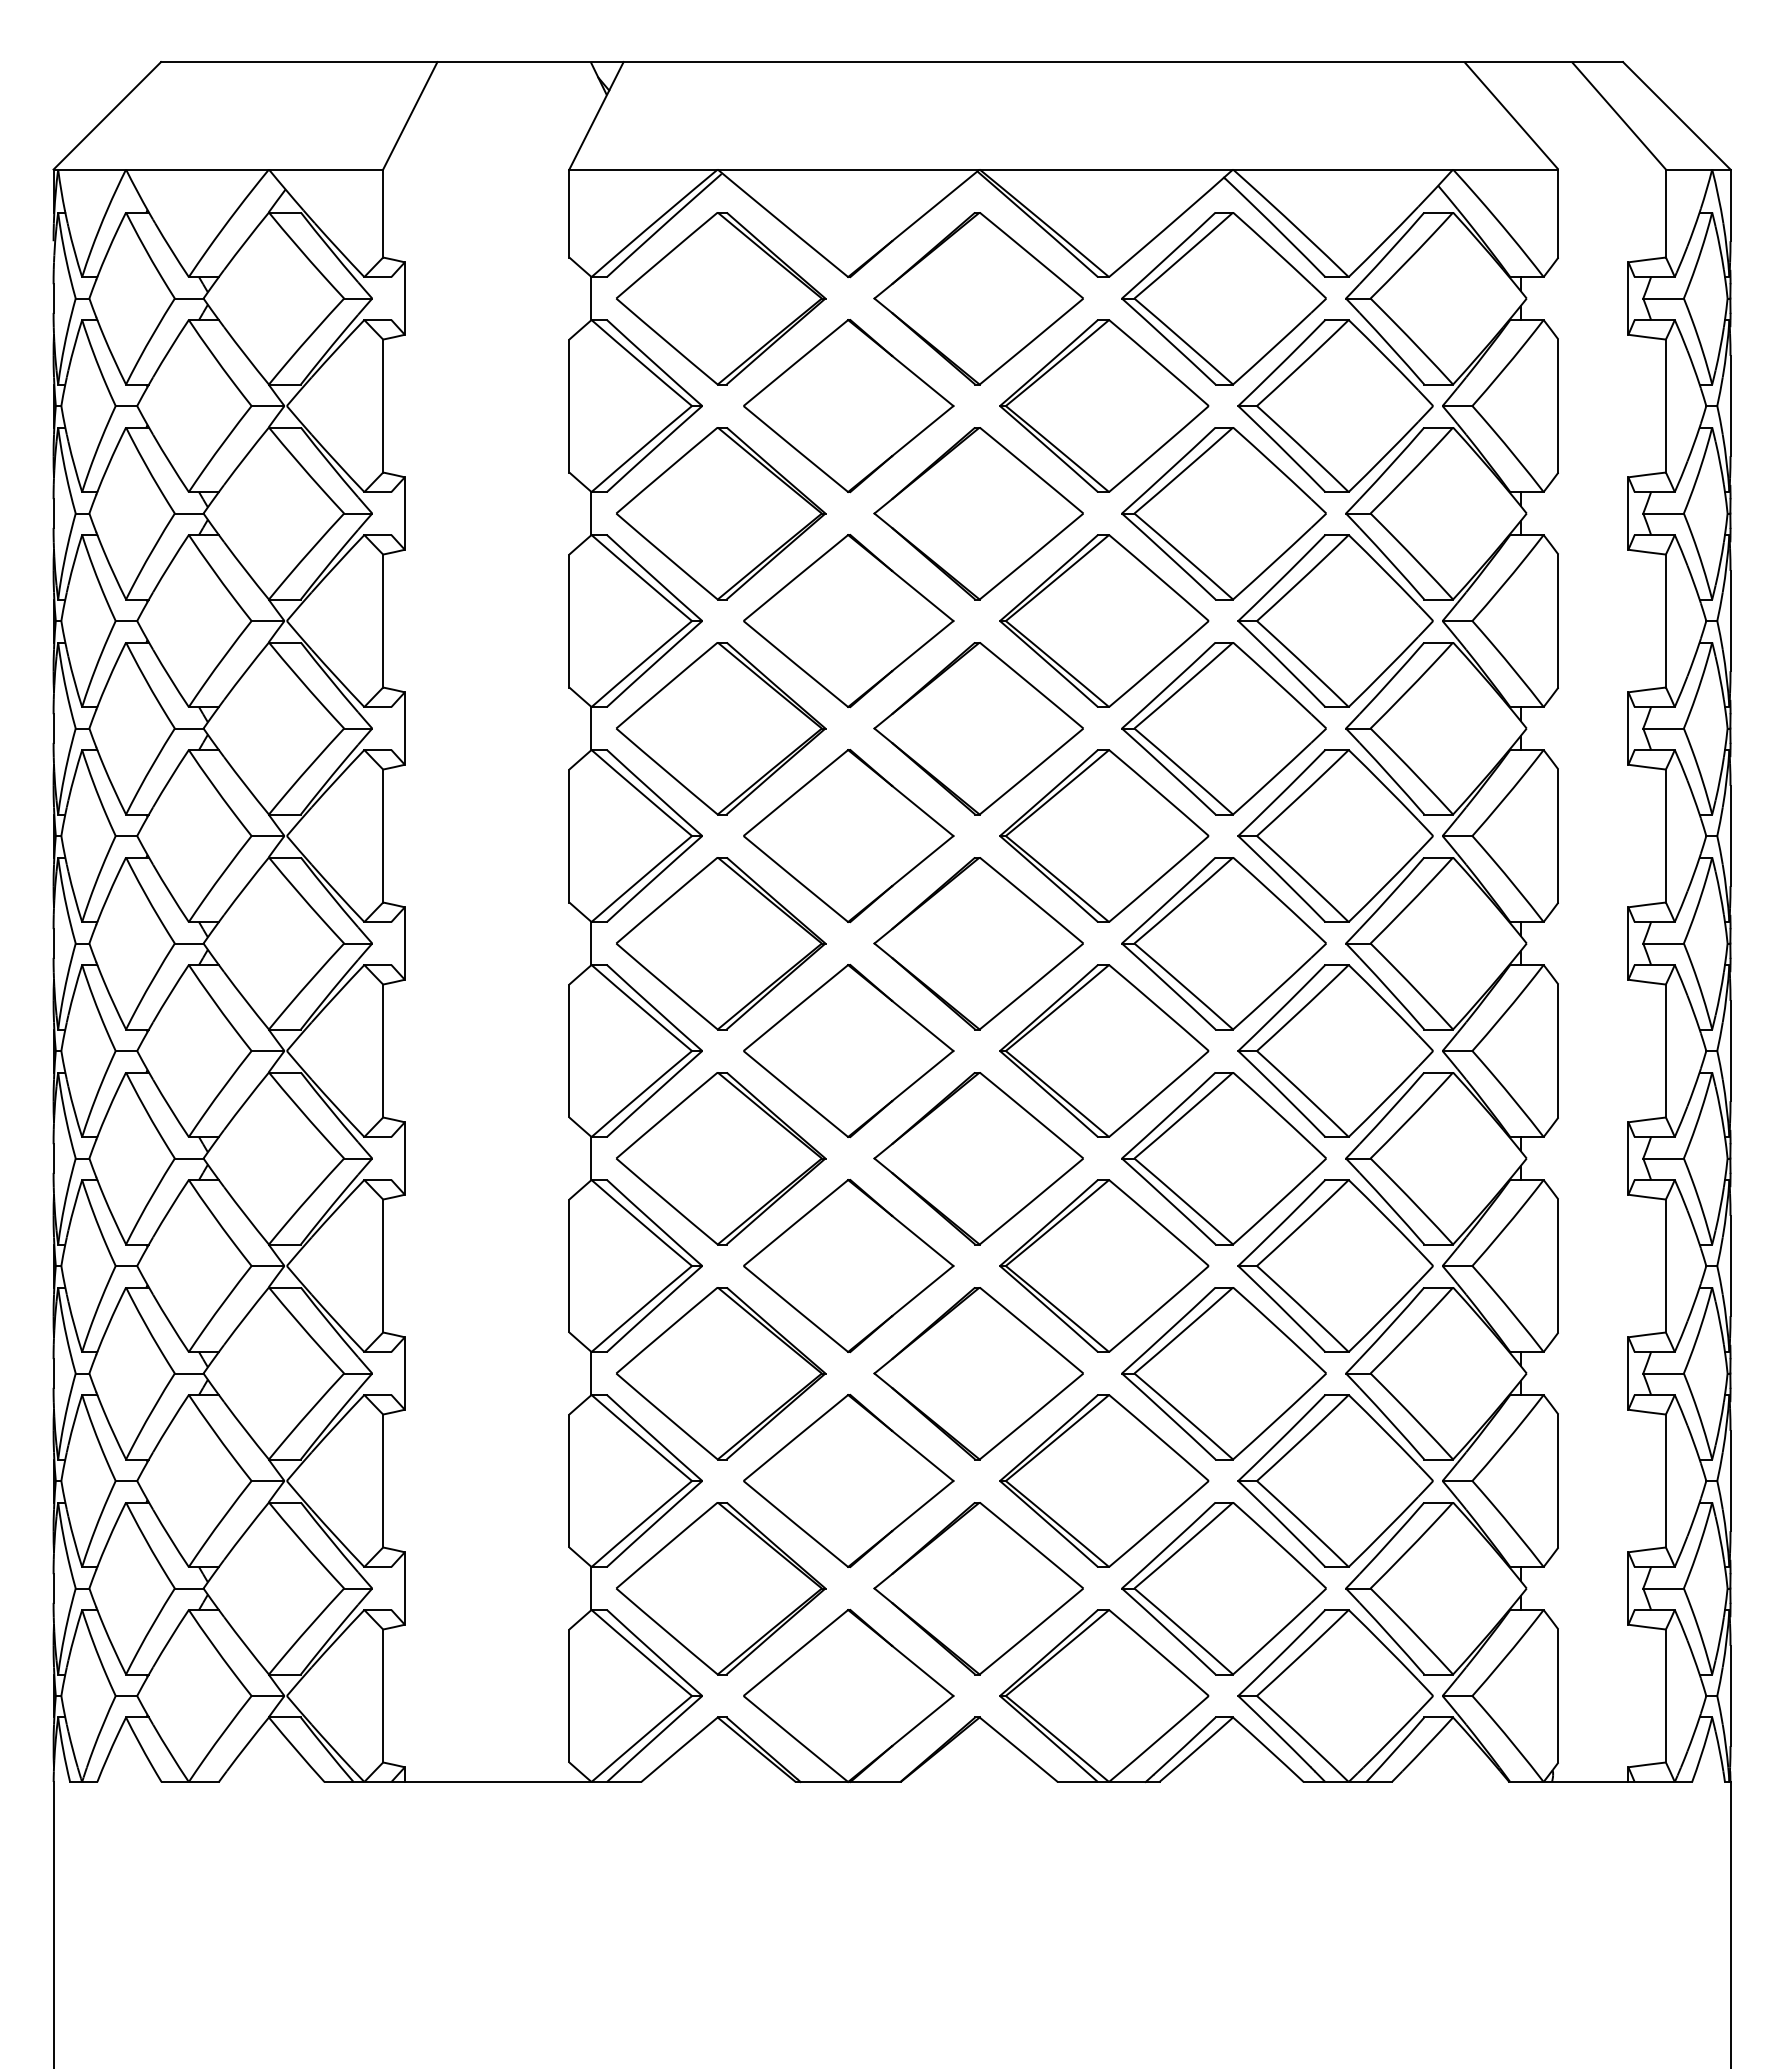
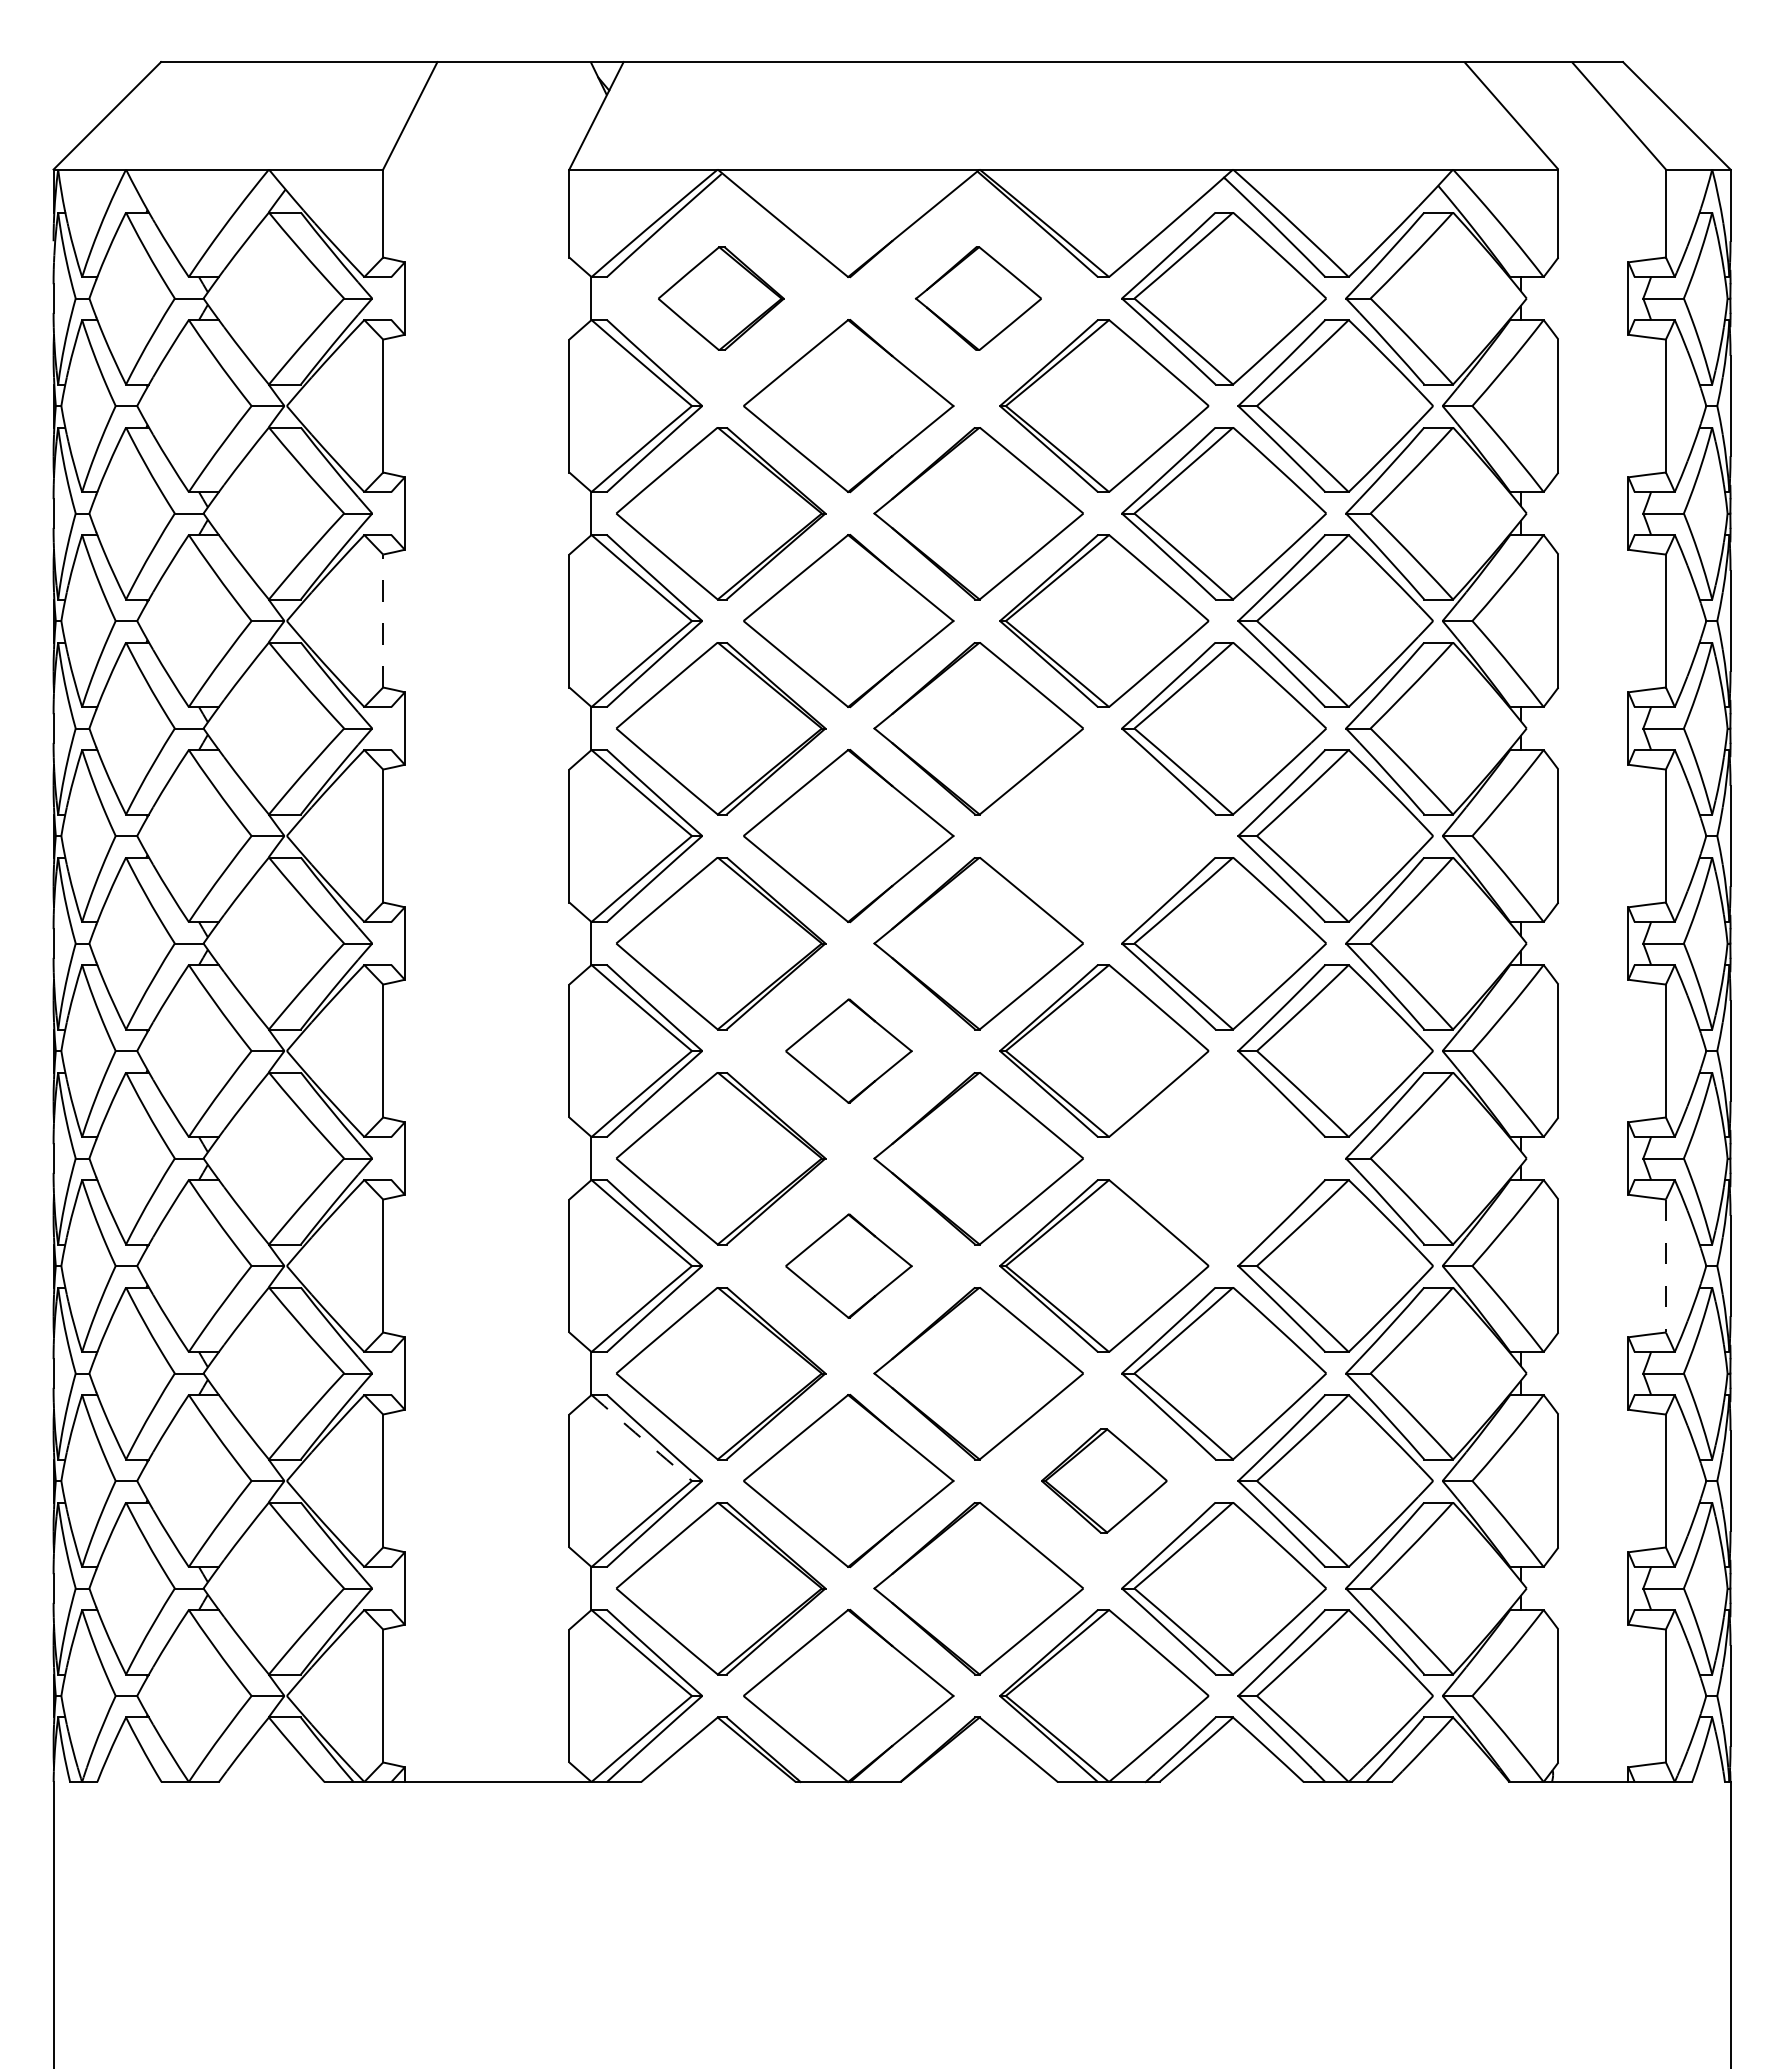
part at (721, 298) size: 211x174 px -> 127x105 px
part at (978, 298) size: 211x174 px -> 128x105 px
line at (383, 620): solid -> dashed
part at (1104, 835): present -> none
part at (848, 1051) size: 212x175 px -> 128x106 px
part at (1223, 1158): present -> none
part at (848, 1266) size: 212x175 px -> 128x106 px
line at (1665, 1266): solid -> dashed
arc at (641, 1438): solid -> dashed
part at (1104, 1480) size: 211x174 px -> 127x106 px
